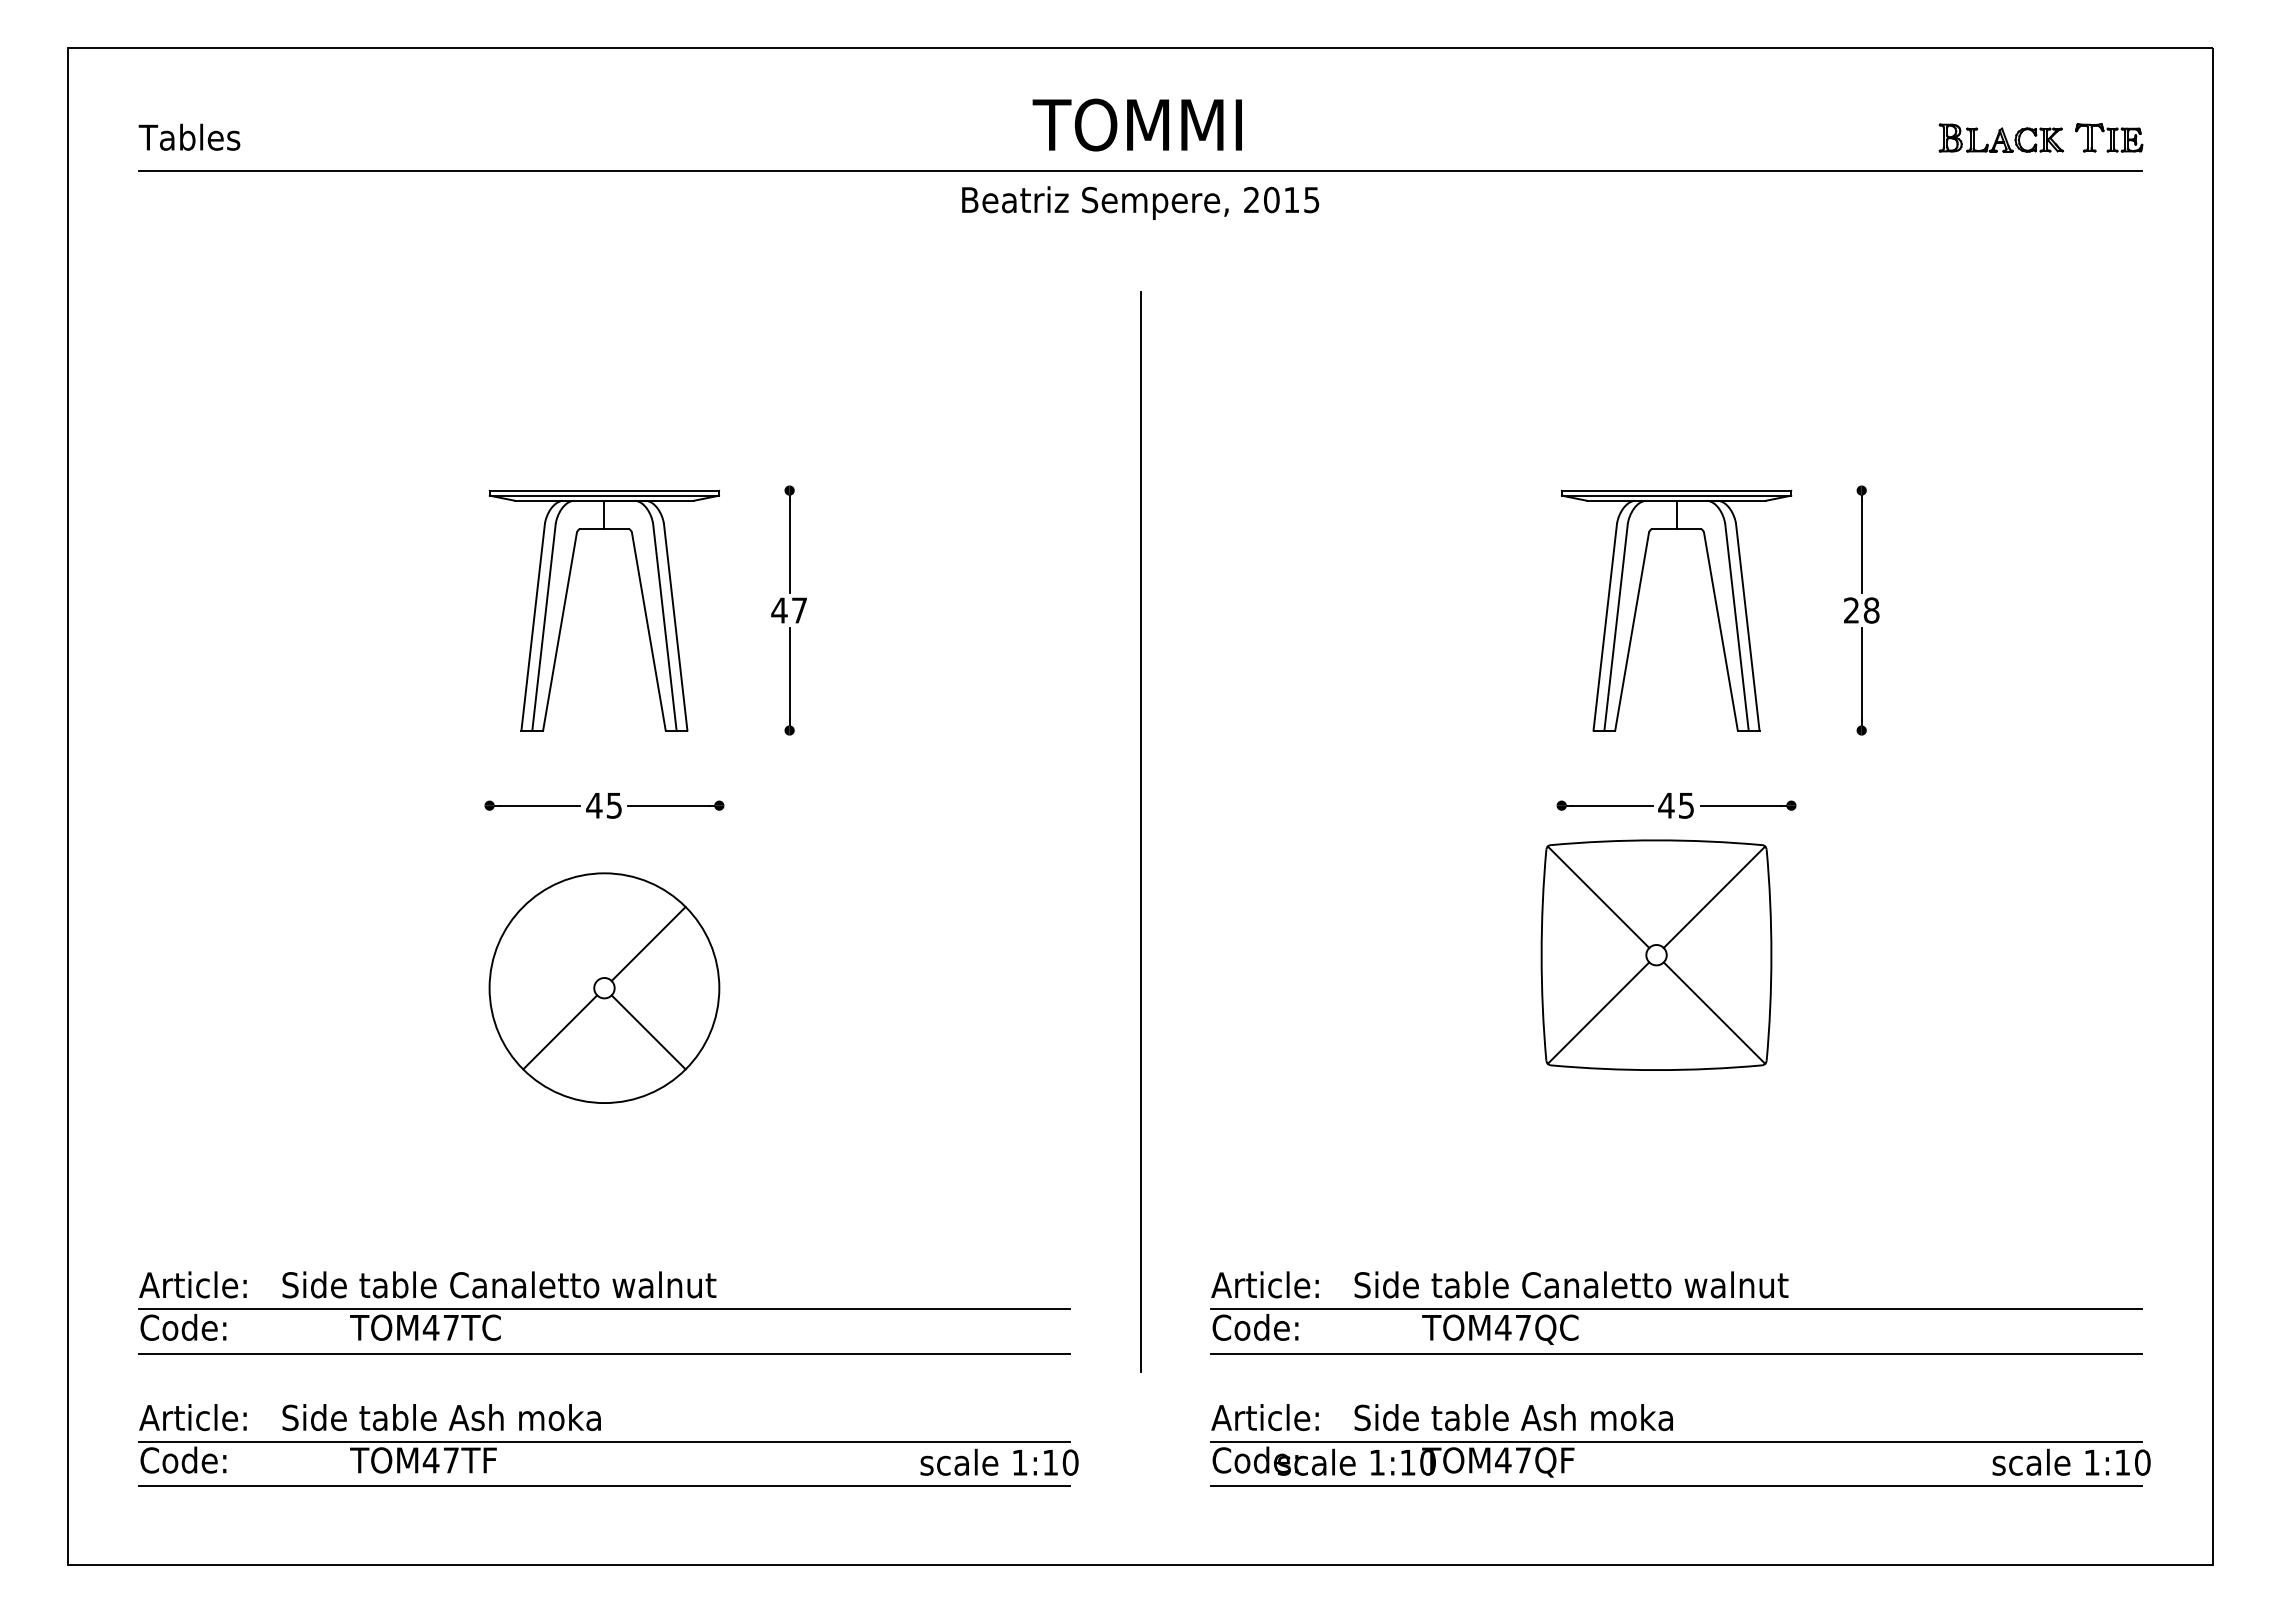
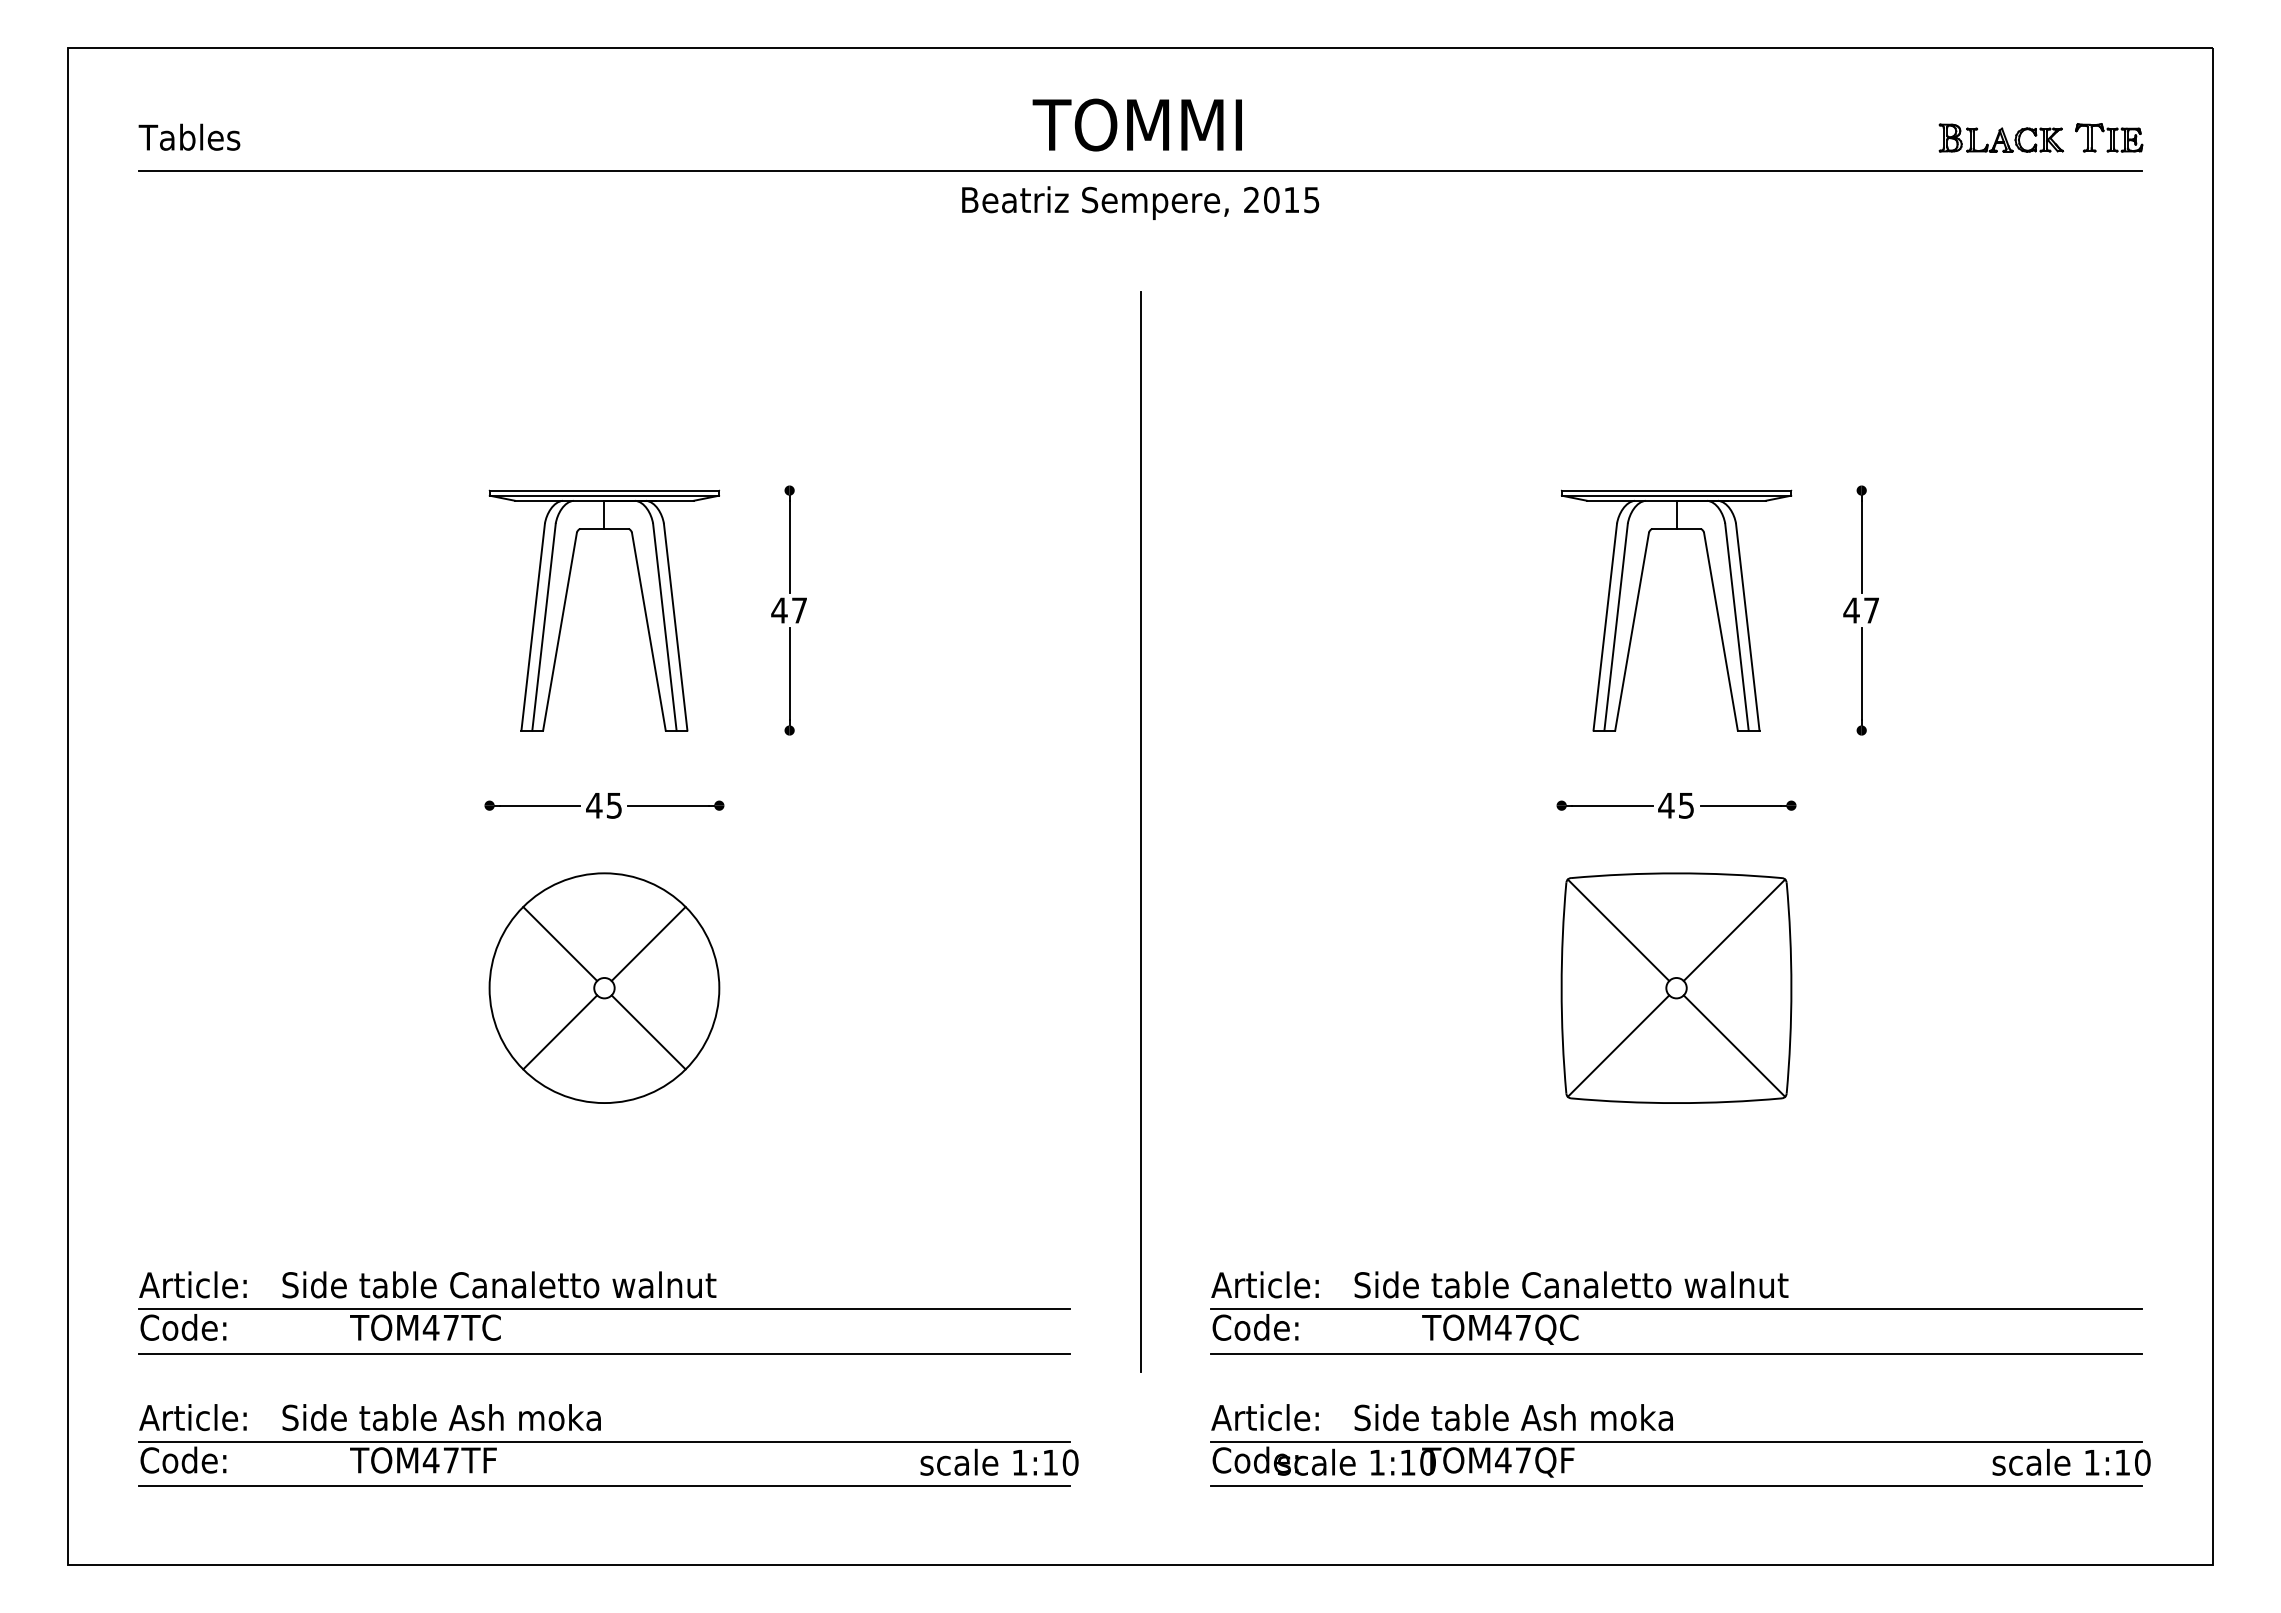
text at (1861, 610): 28 -> 47
line at (560, 943): none -> present
part at (1656, 954) position: (1656, 954) -> (1676, 987)
